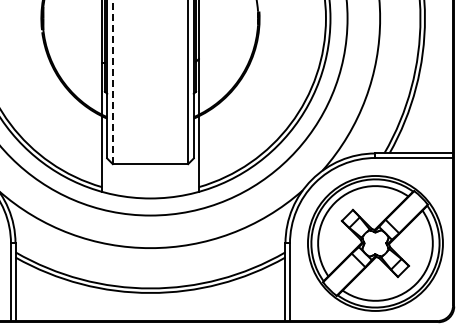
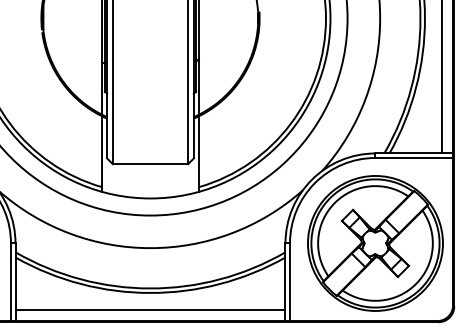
line at (441, 77): none -> present
line at (112, 82): dashed -> solid
line at (150, 309): none -> present
